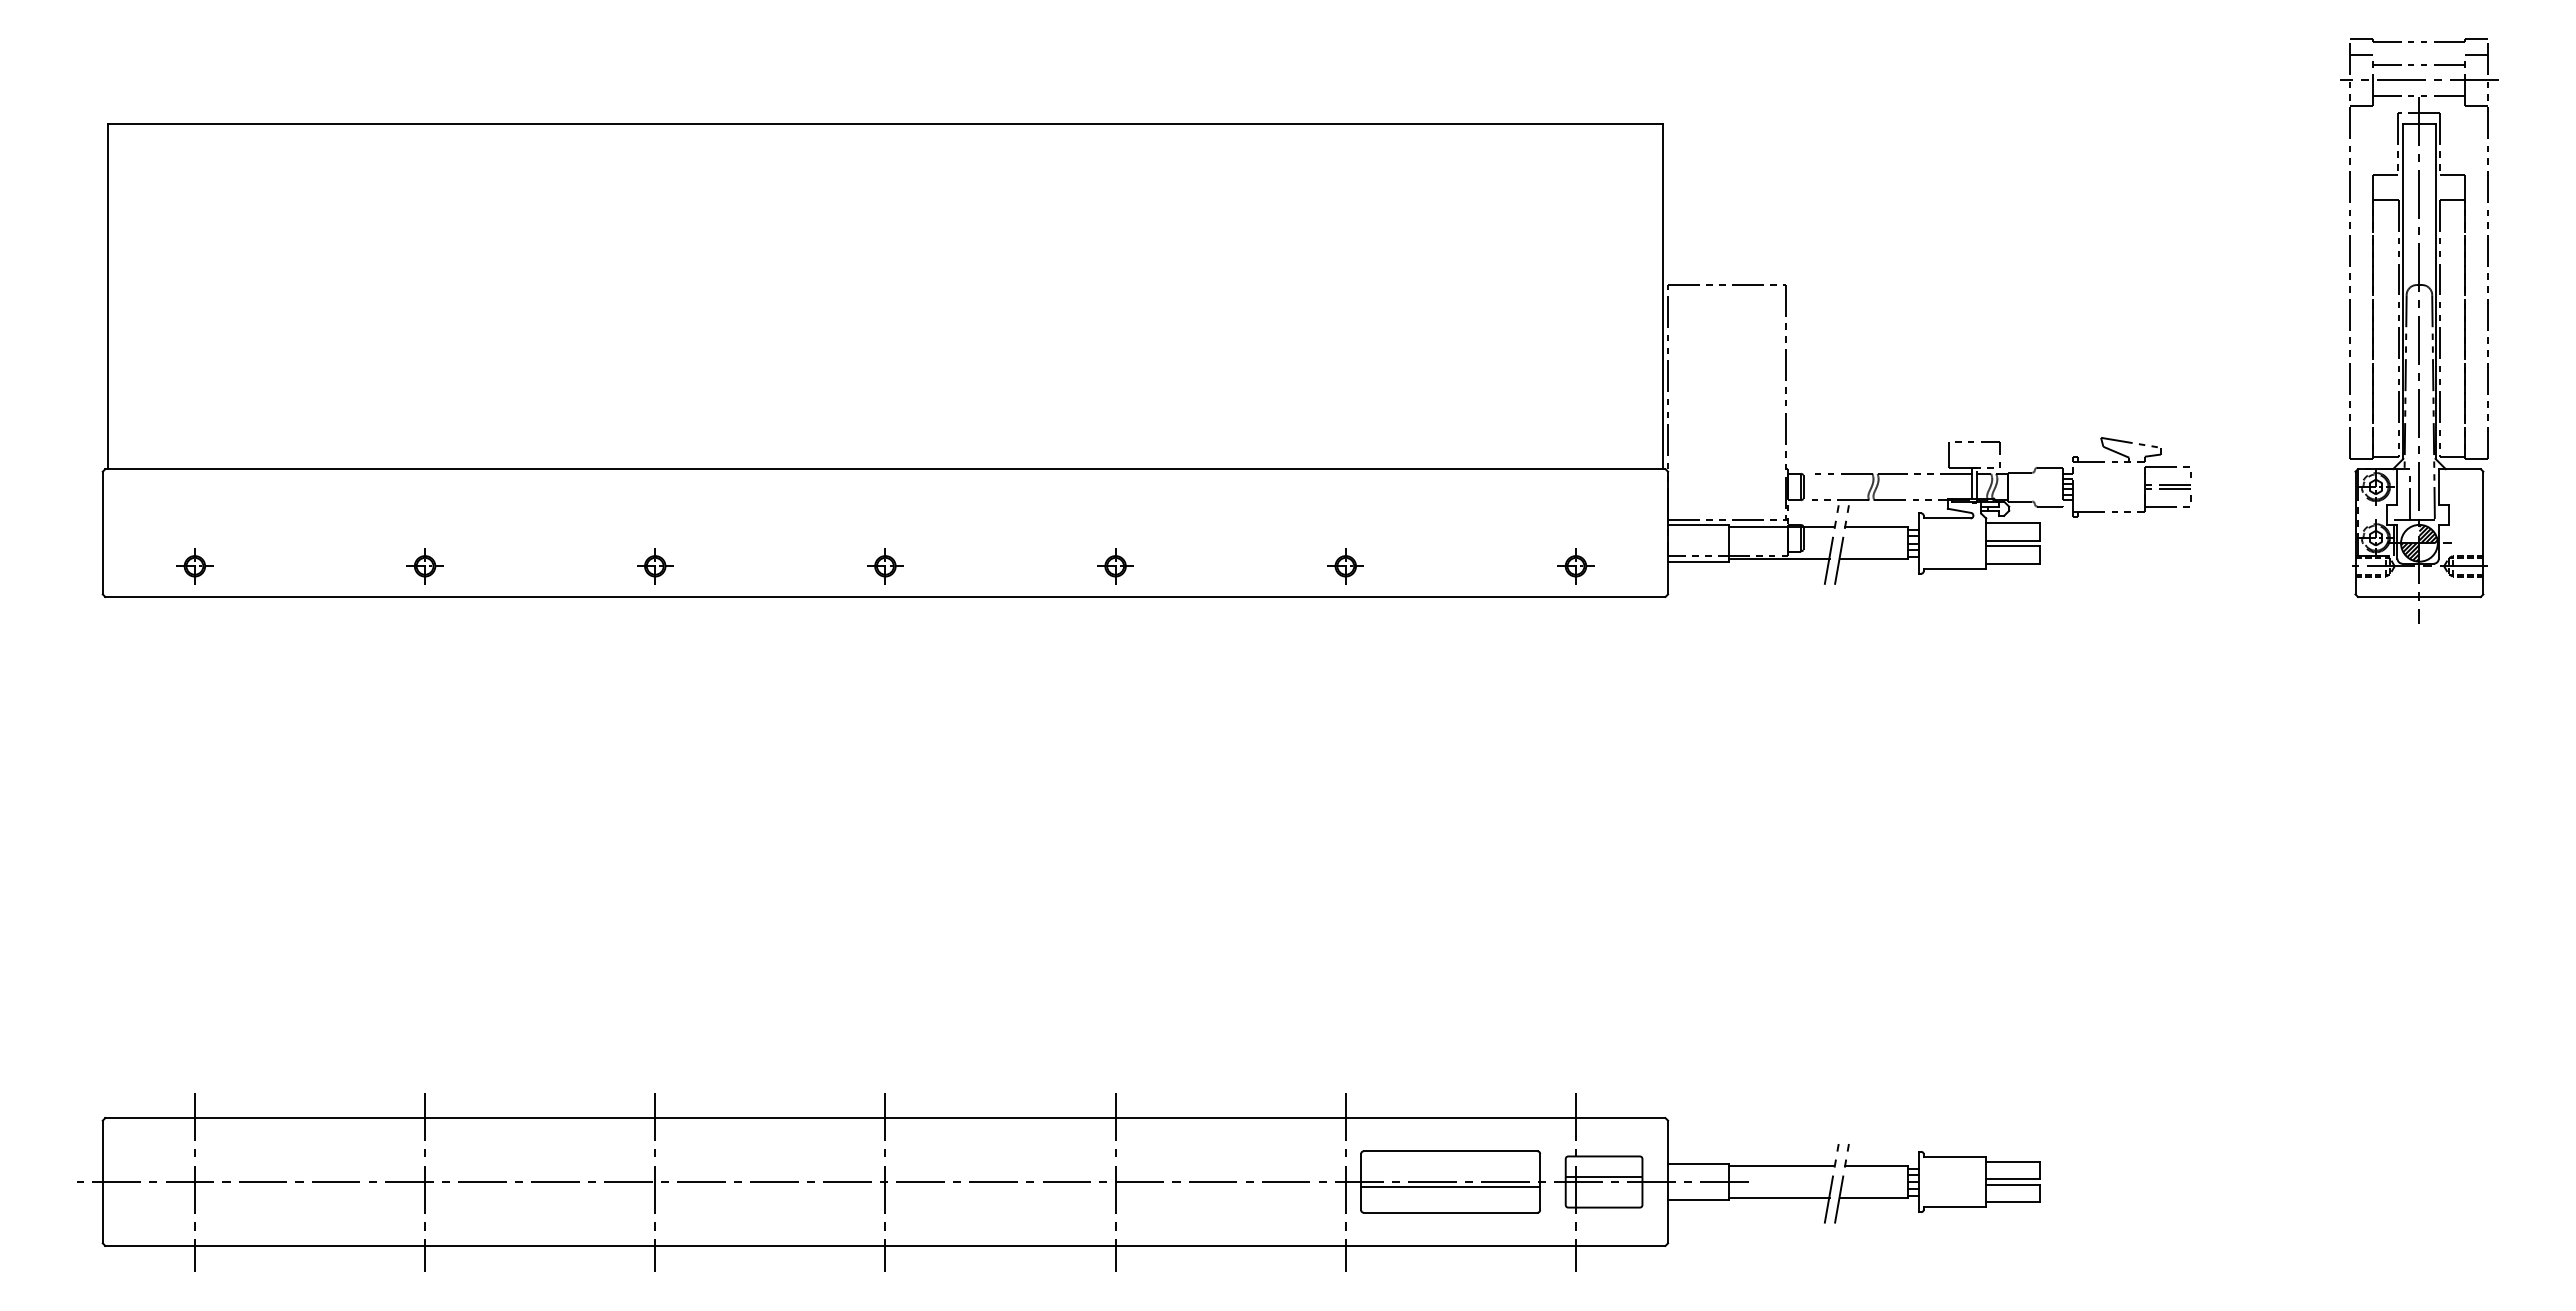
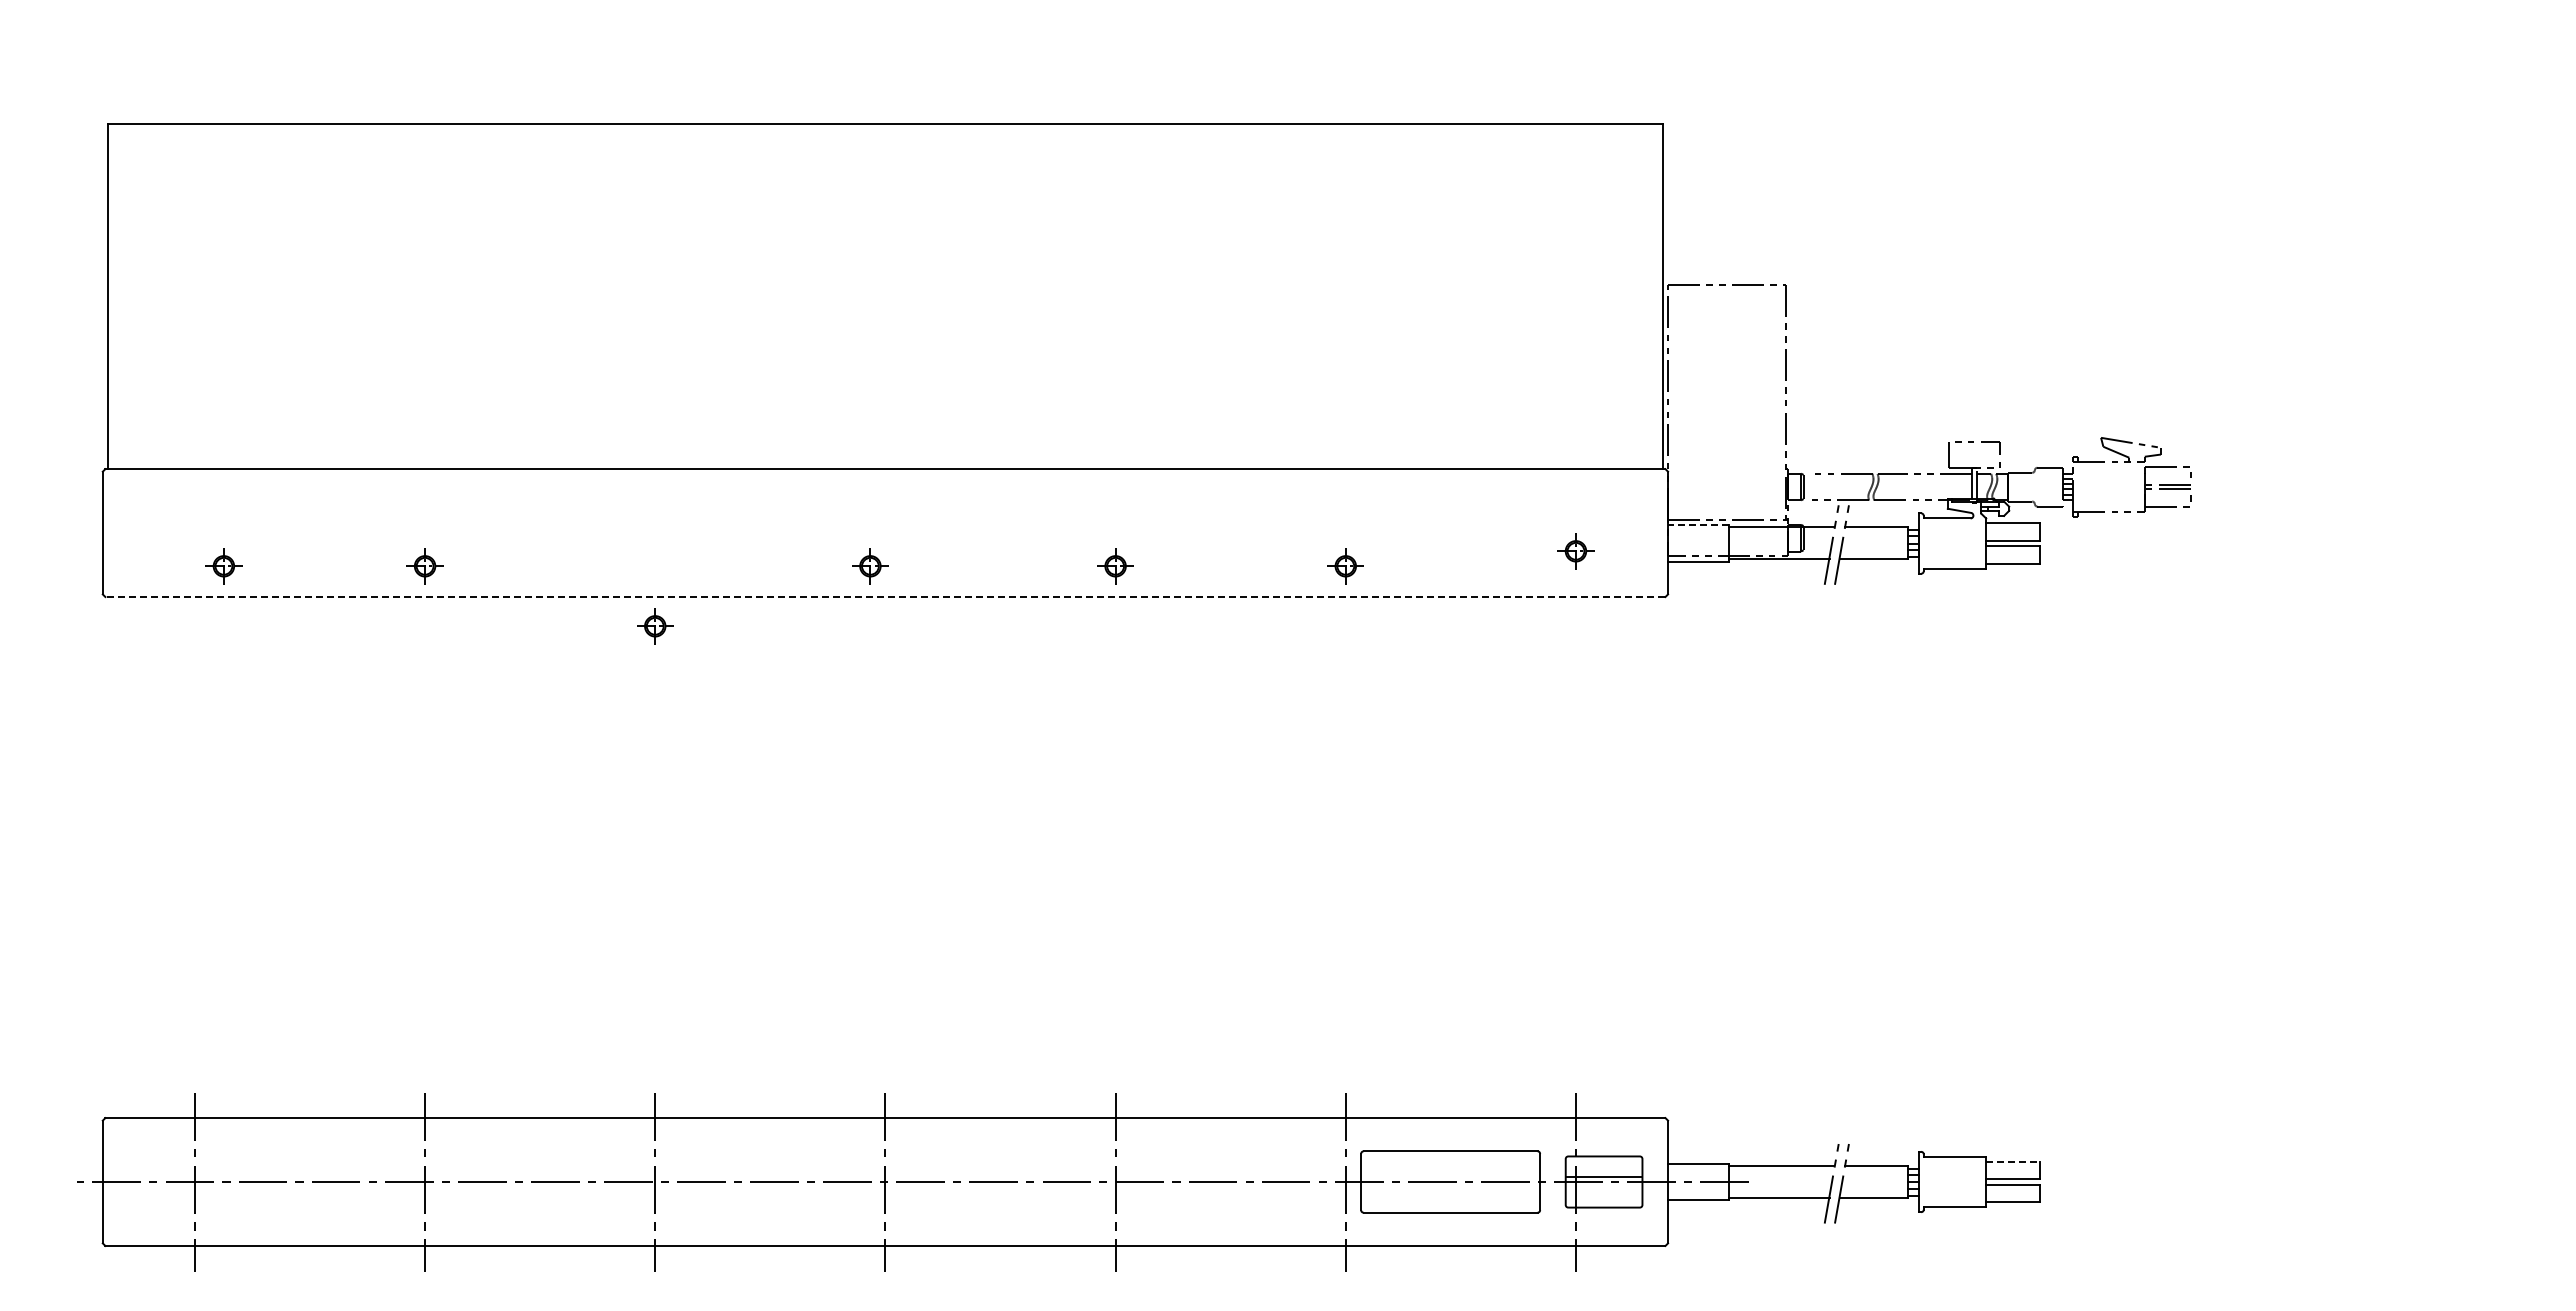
part at (2419, 330): present -> none
line at (1698, 524): solid -> dashed
part at (194, 566) position: (194, 566) -> (223, 566)
part at (655, 566) position: (655, 566) -> (655, 626)
part at (885, 566) position: (885, 566) -> (870, 566)
part at (1575, 566) position: (1575, 566) -> (1575, 551)
line at (884, 597): solid -> dashed
line at (2013, 1161): solid -> dashed
line at (1450, 1187): present -> none
